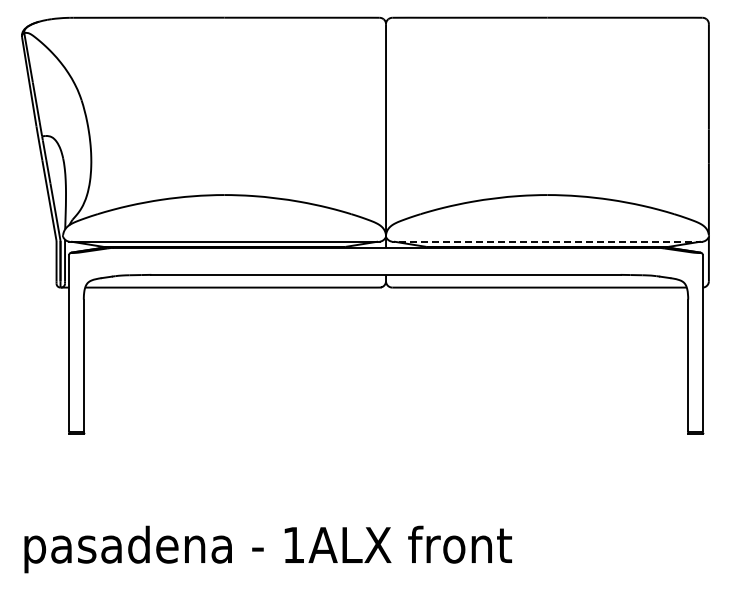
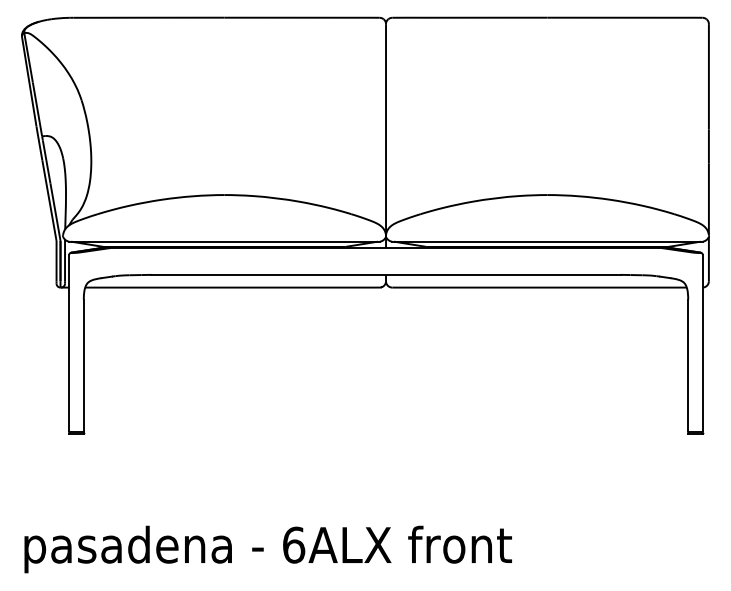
line at (546, 241): dashed -> solid
text at (294, 544): 1ALX -> 6ALX
